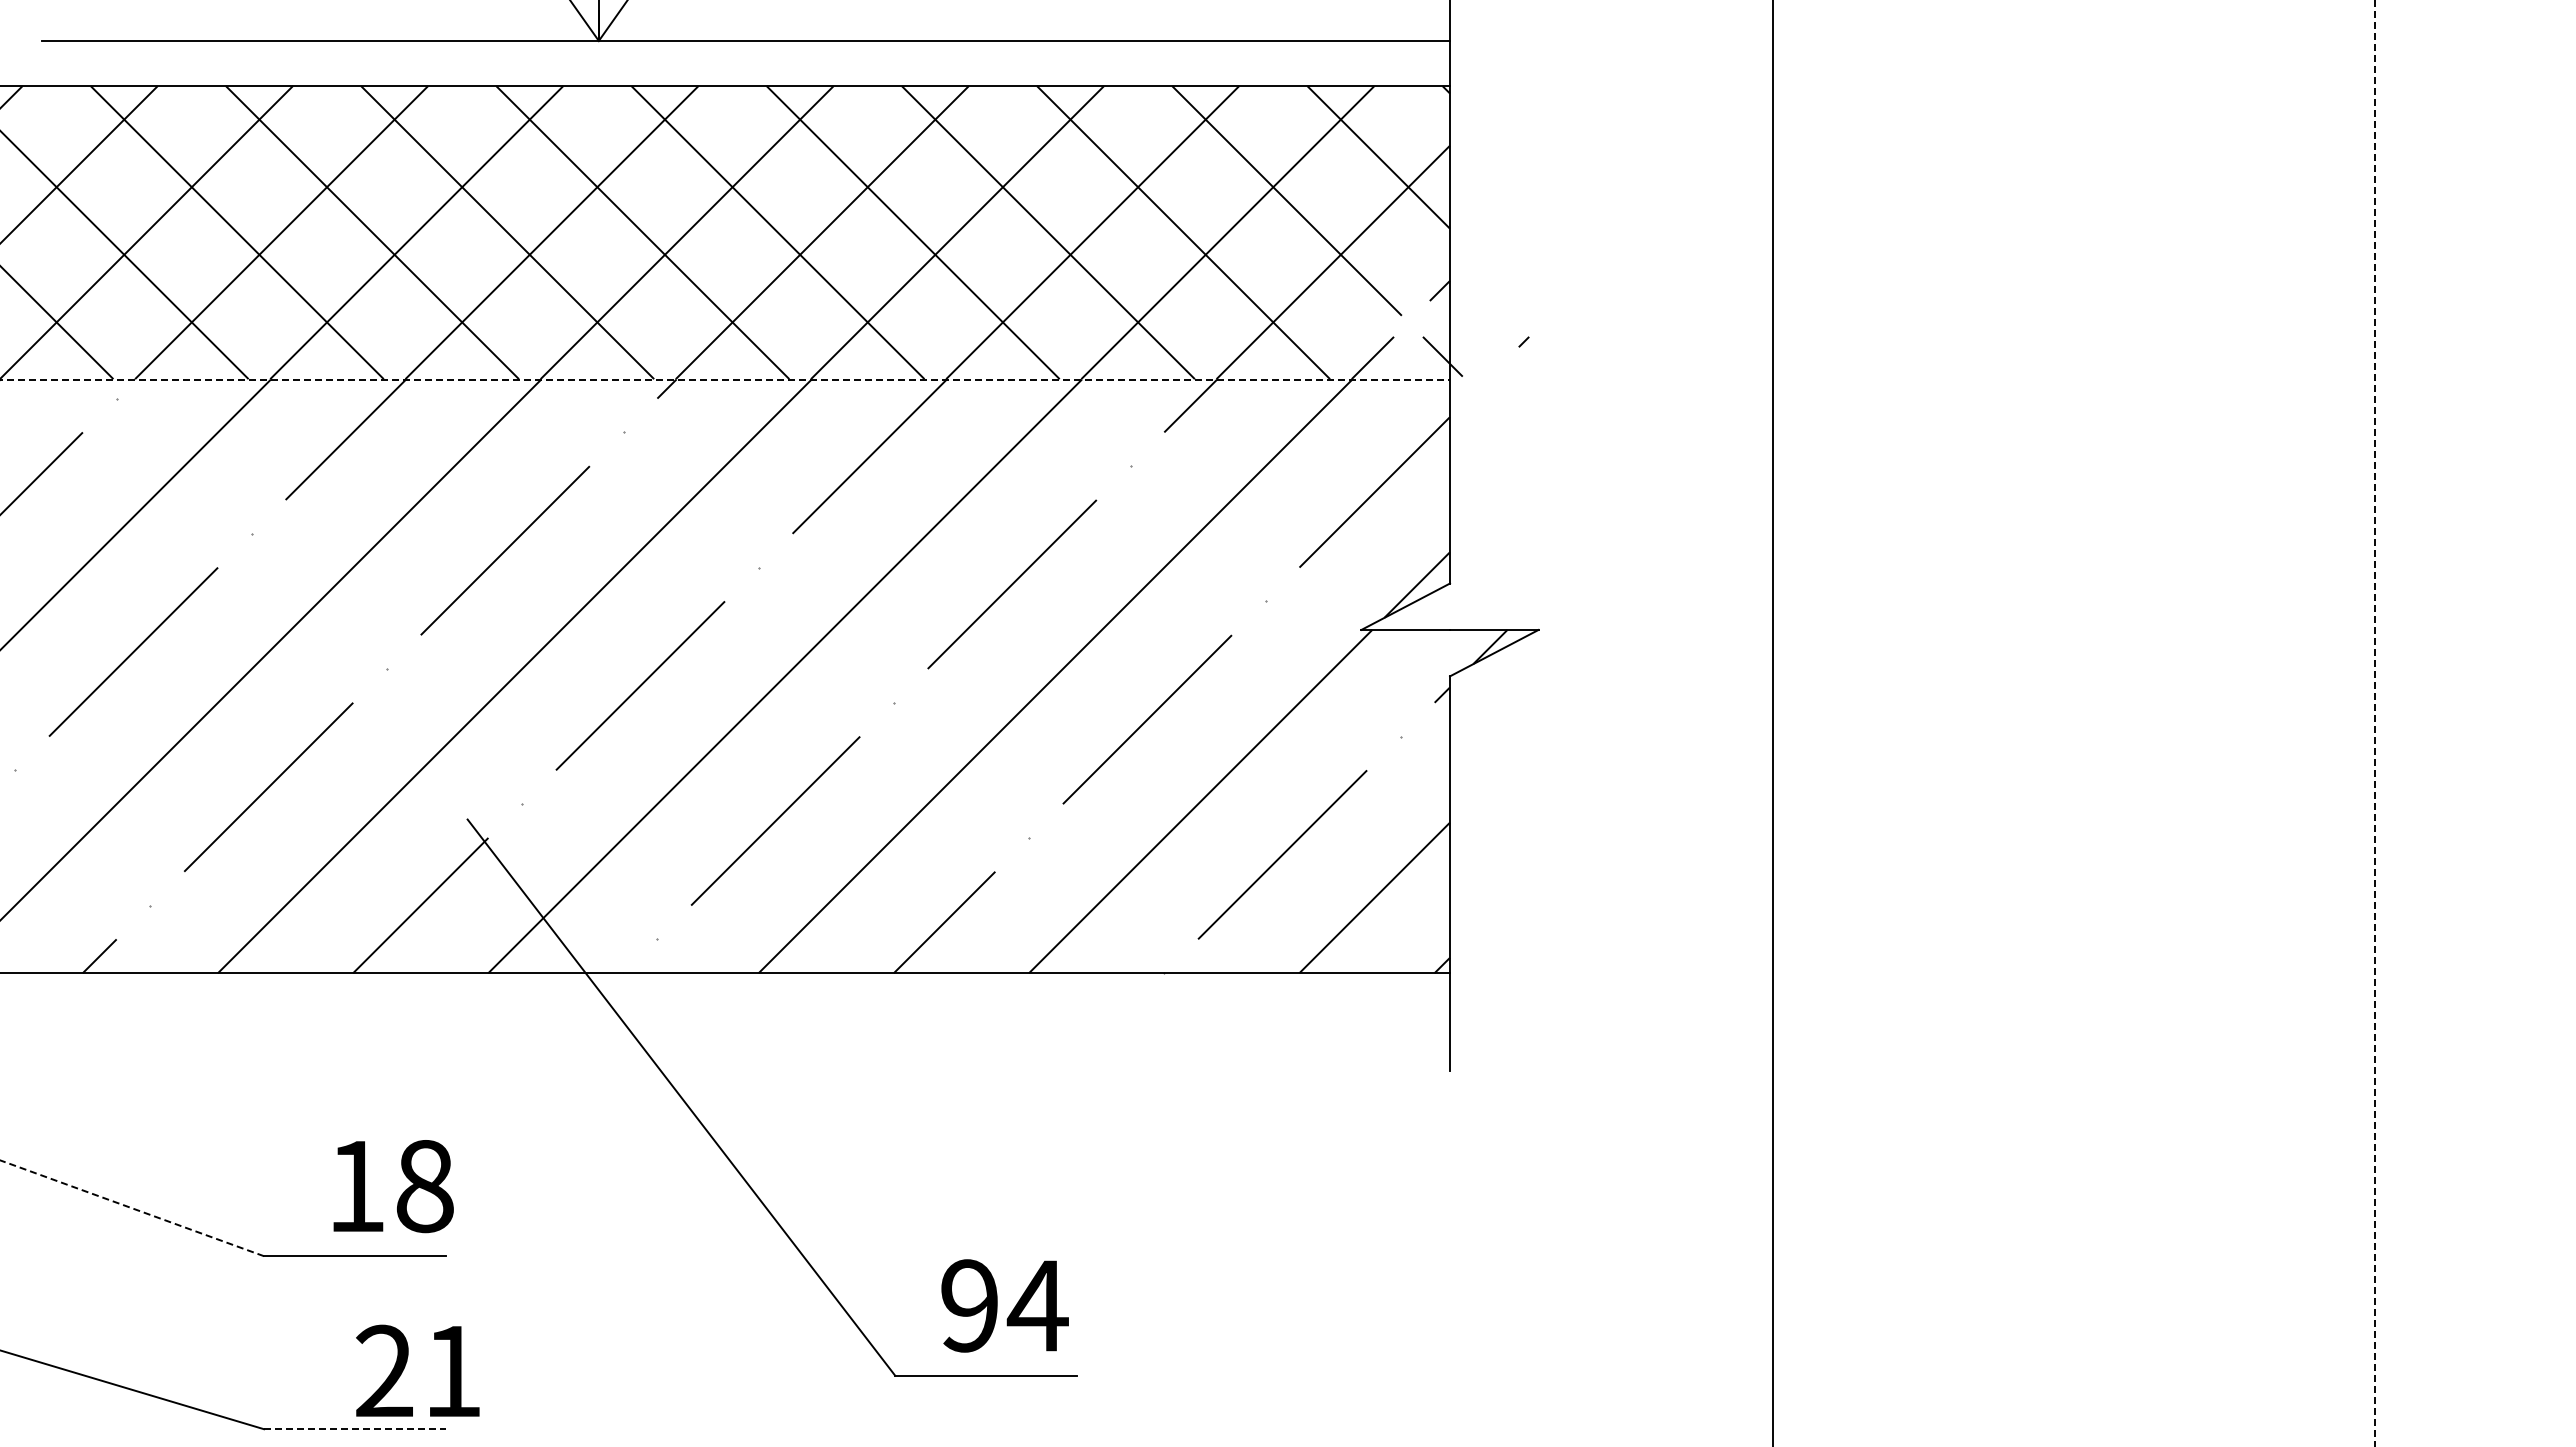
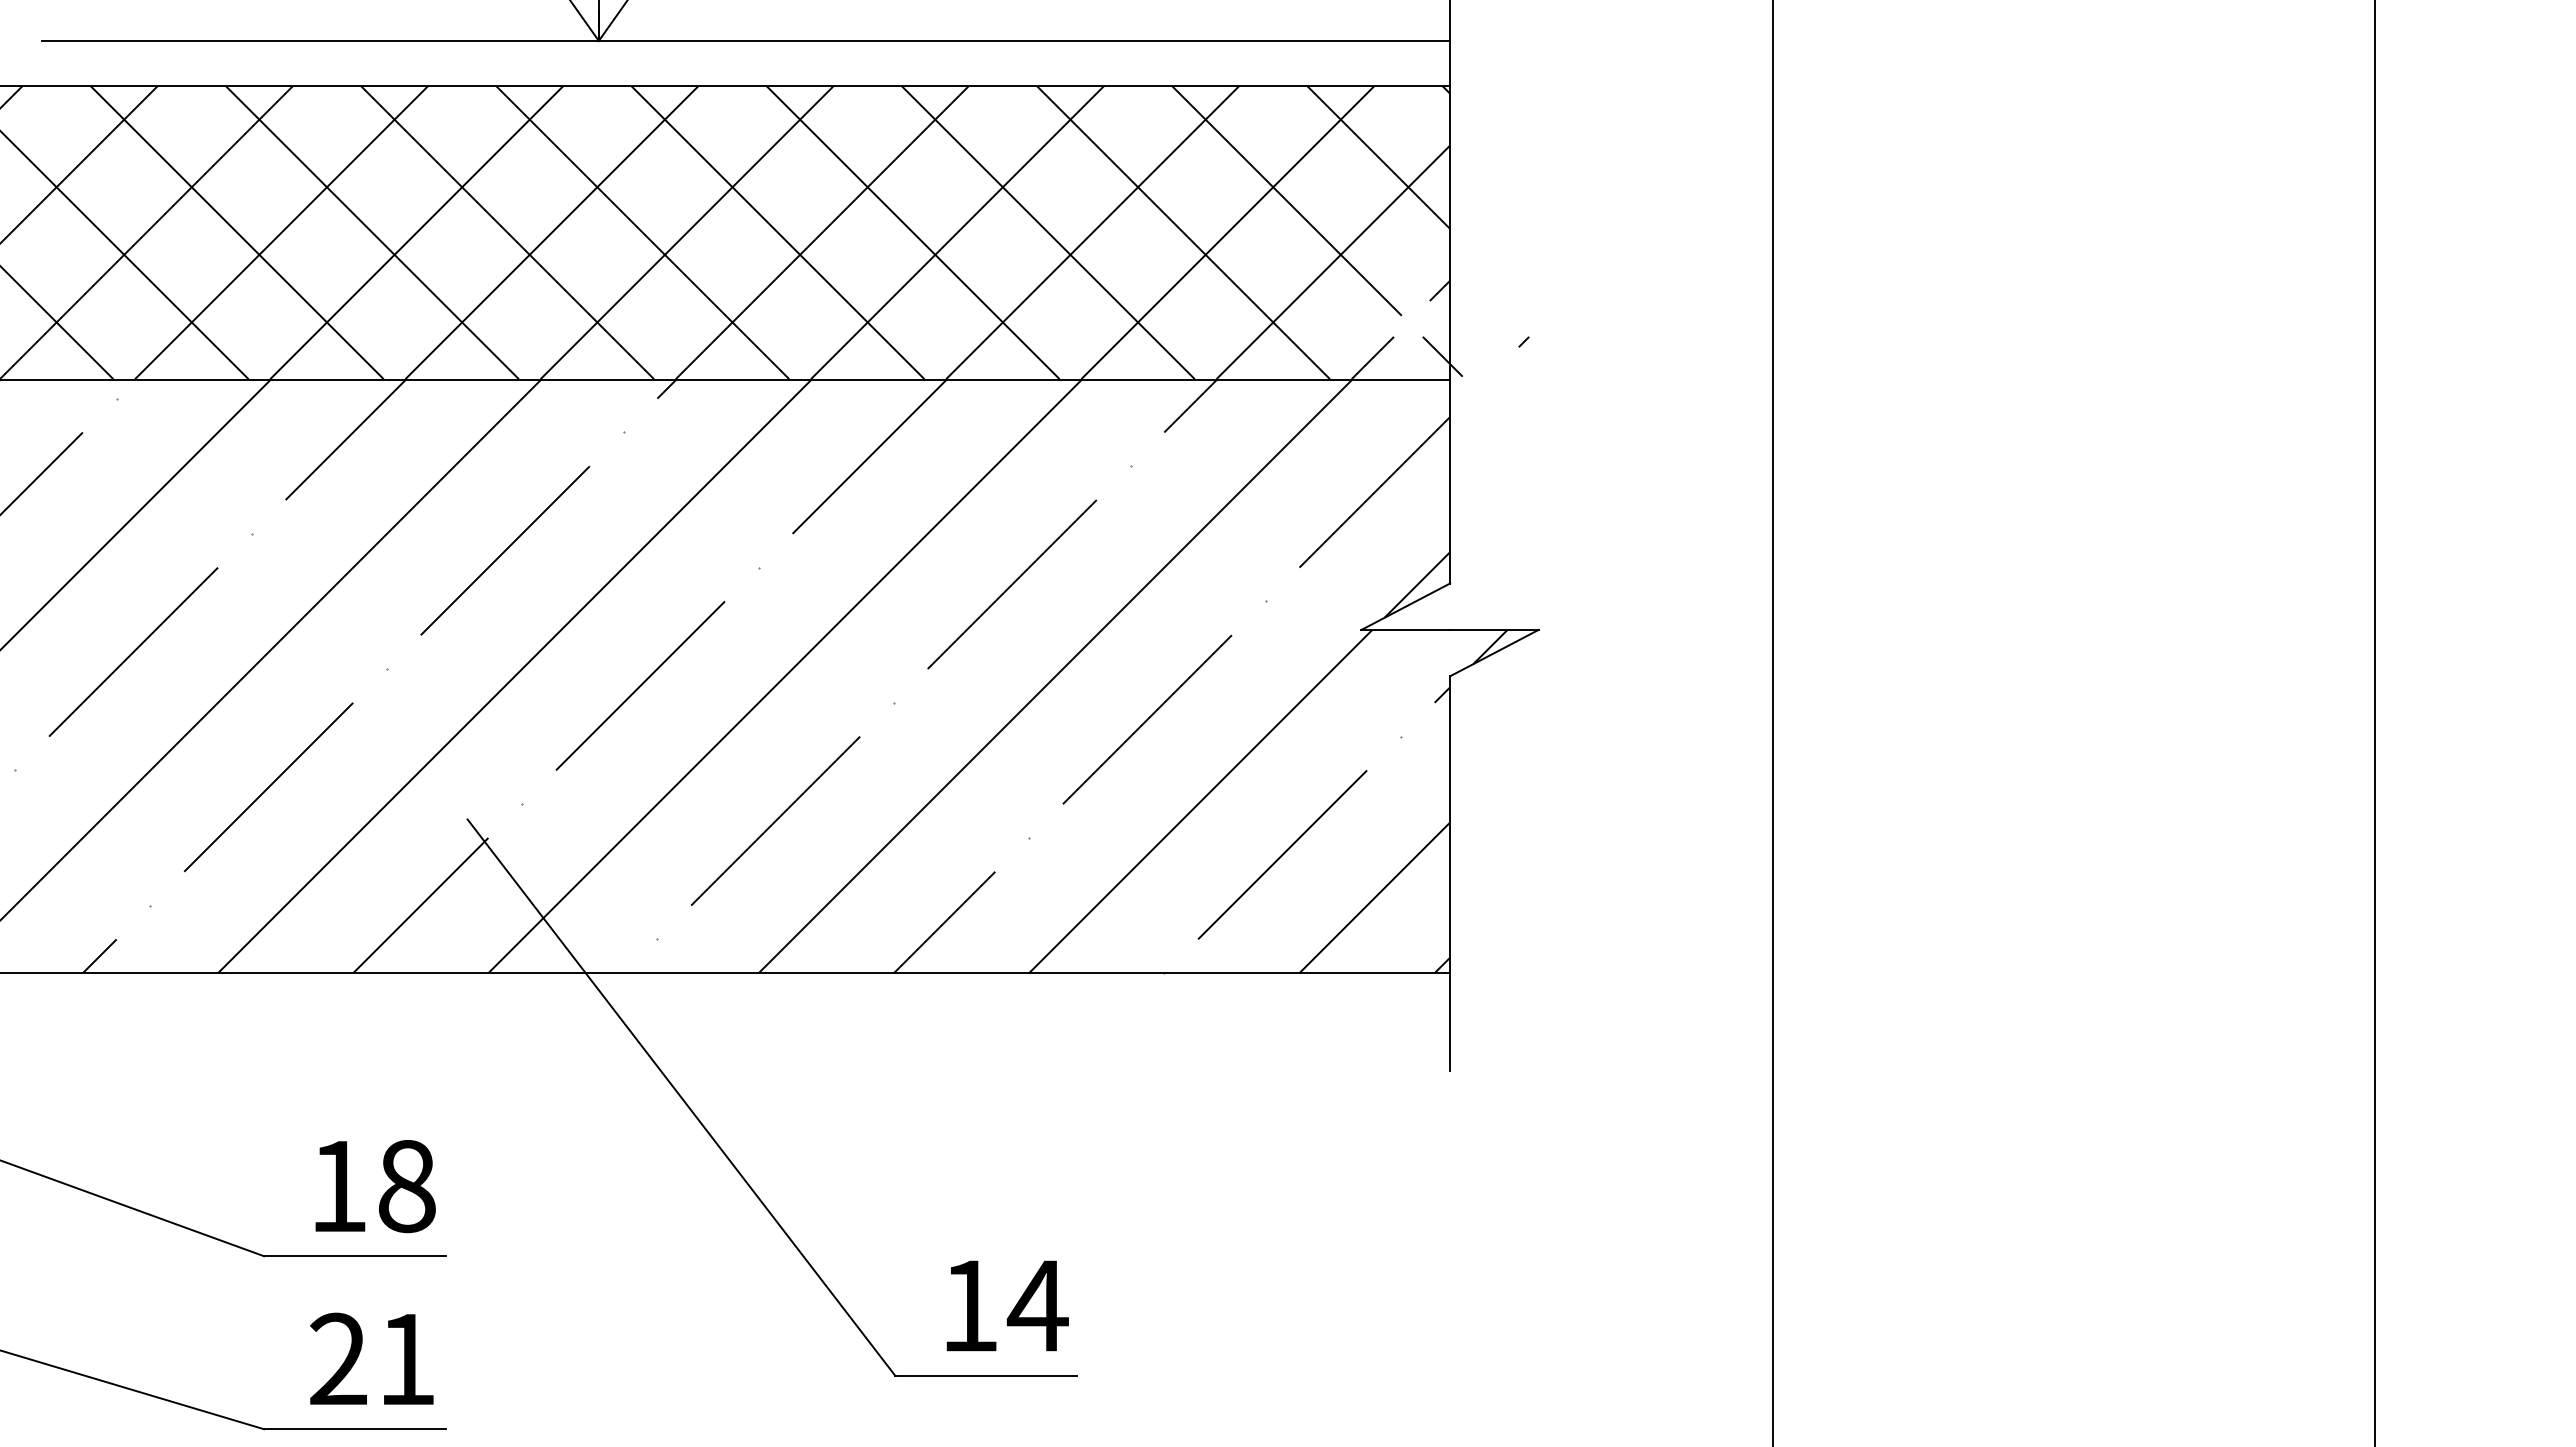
line at (725, 379): dashed -> solid
line at (2374, 722): dashed -> solid
text at (393, 1186) position: (393, 1186) -> (375, 1186)
line at (132, 1208): dashed -> solid
text at (969, 1305): 94 -> 14
text at (417, 1370) position: (417, 1370) -> (371, 1358)
line at (354, 1429): dashed -> solid
